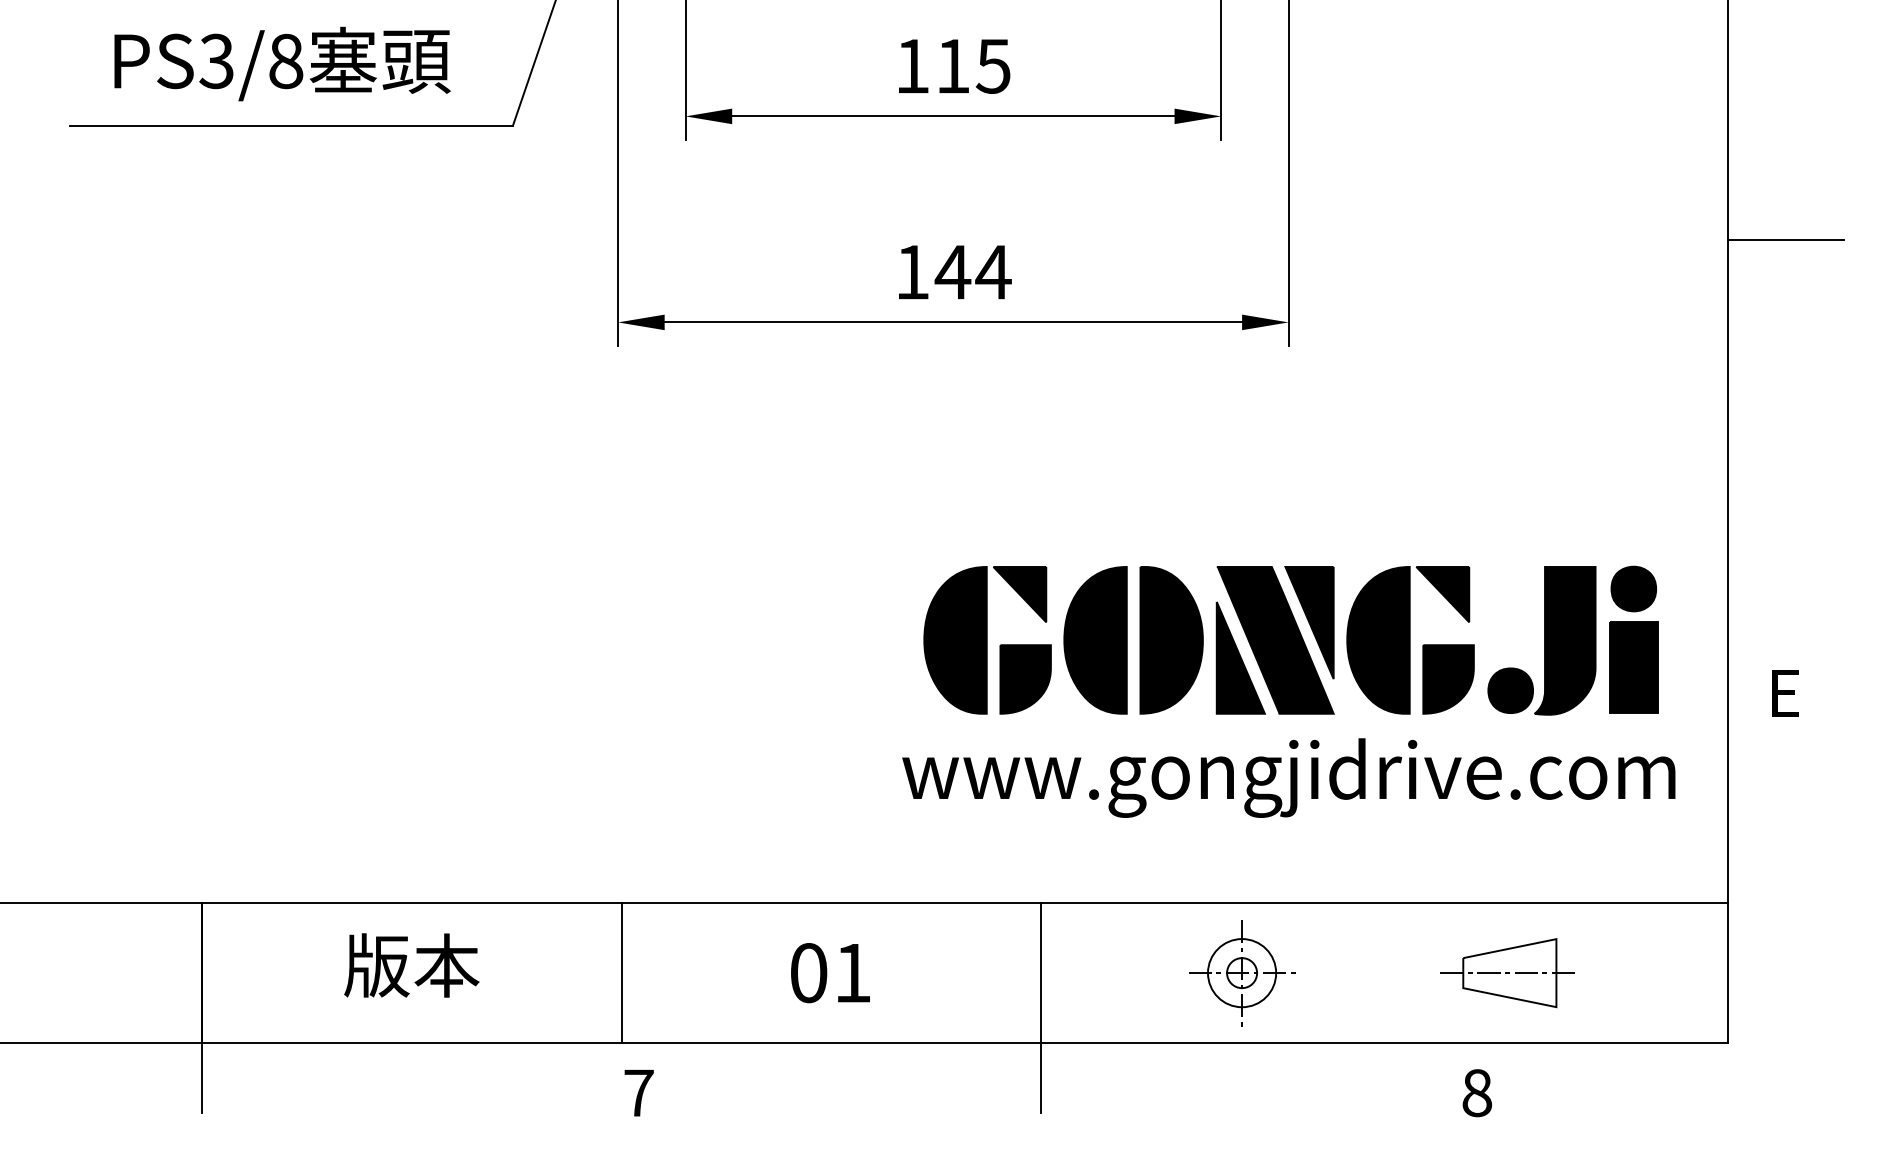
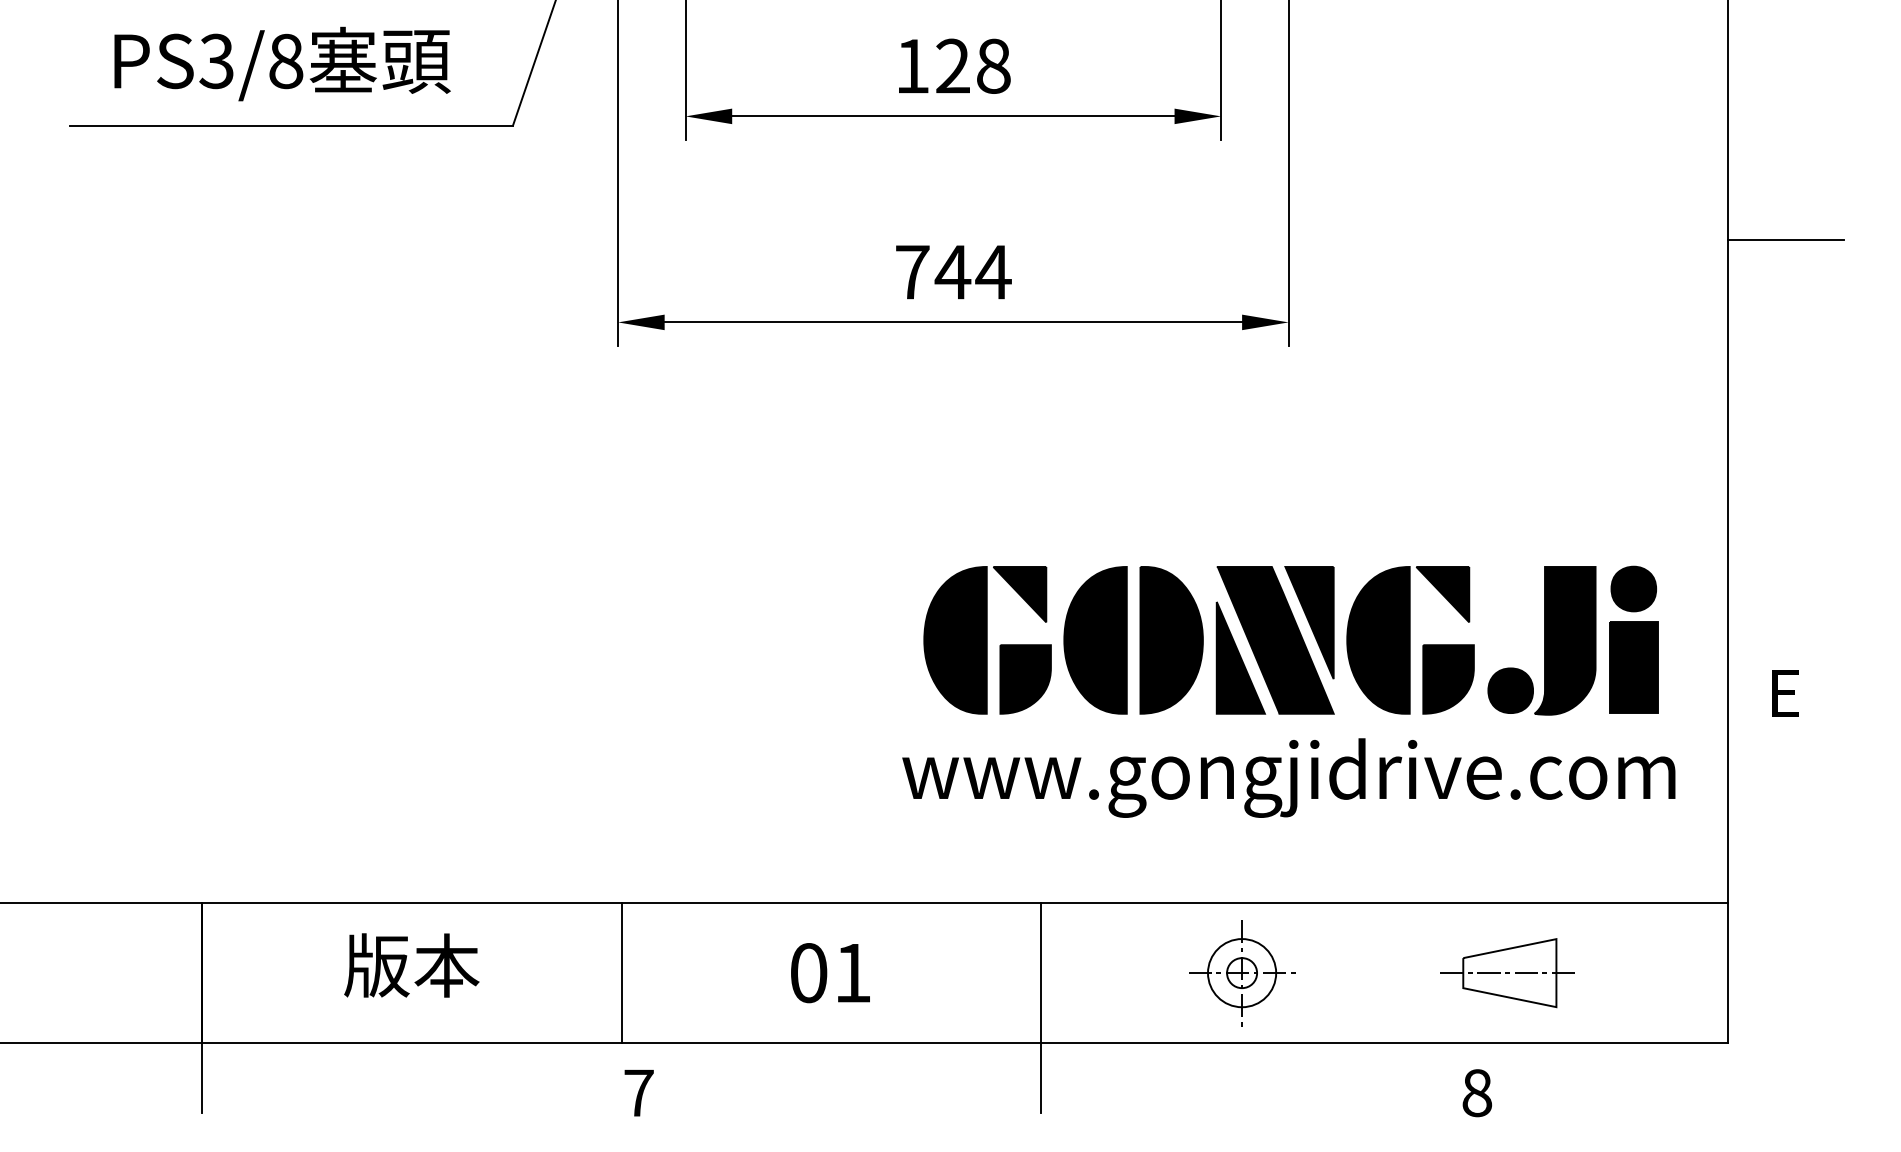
text at (973, 65): 115 -> 128
text at (912, 272): 144 -> 744
